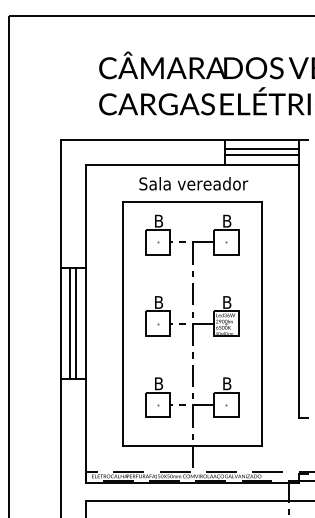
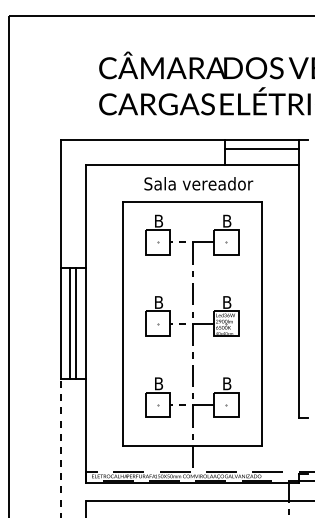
line at (261, 155): present -> none
text at (193, 183) position: (193, 183) -> (198, 183)
line at (60, 448): solid -> dashed
